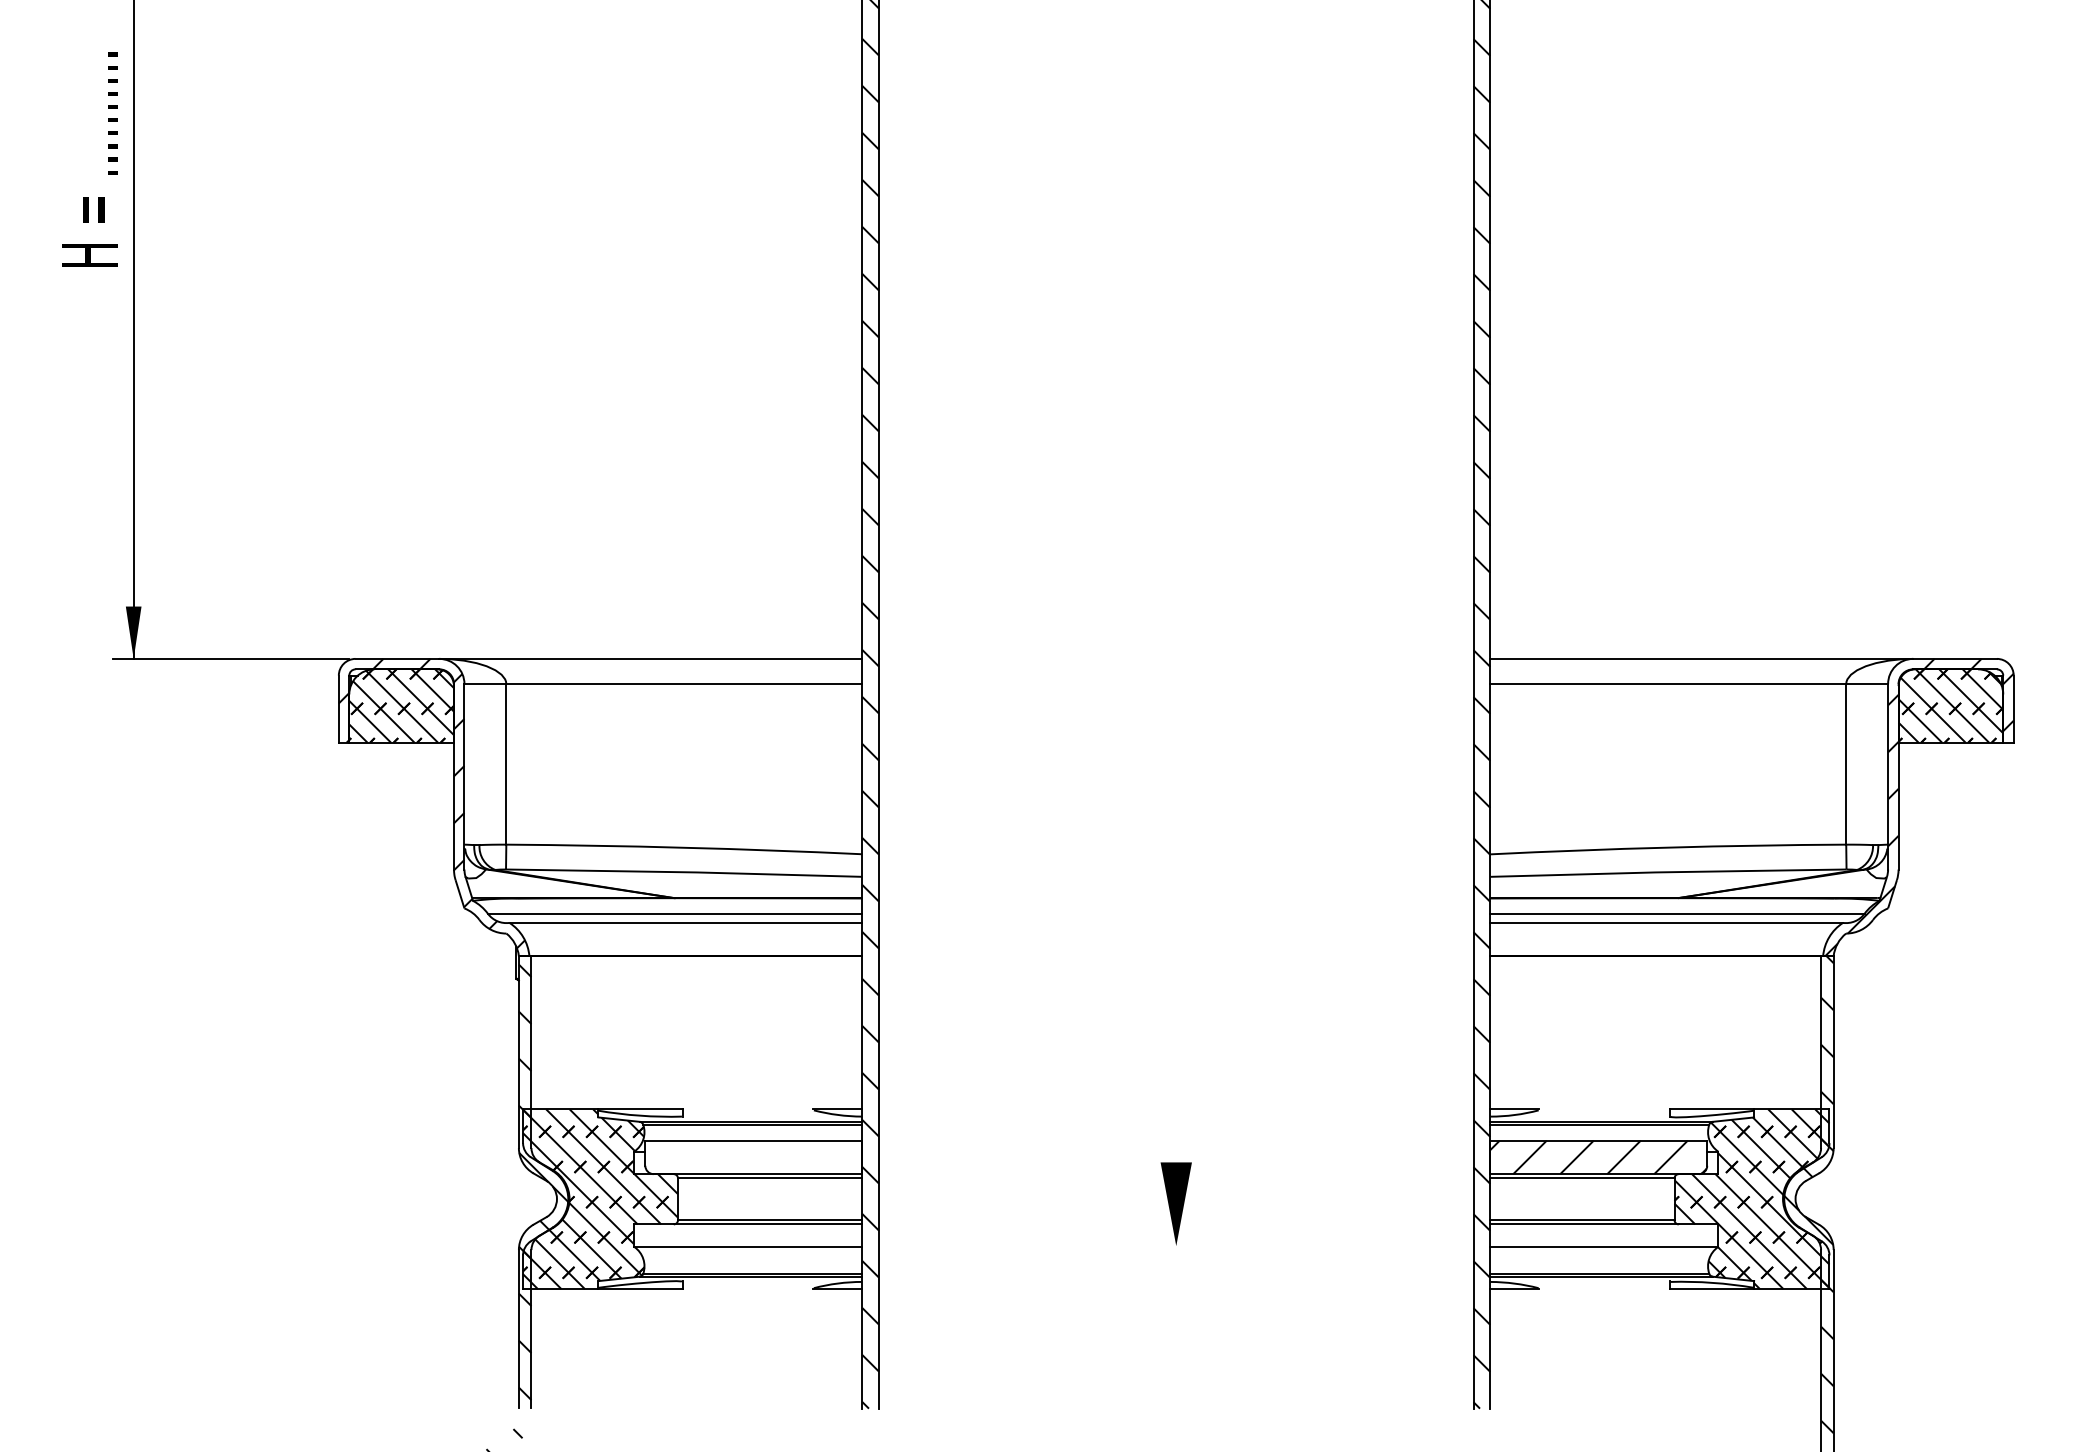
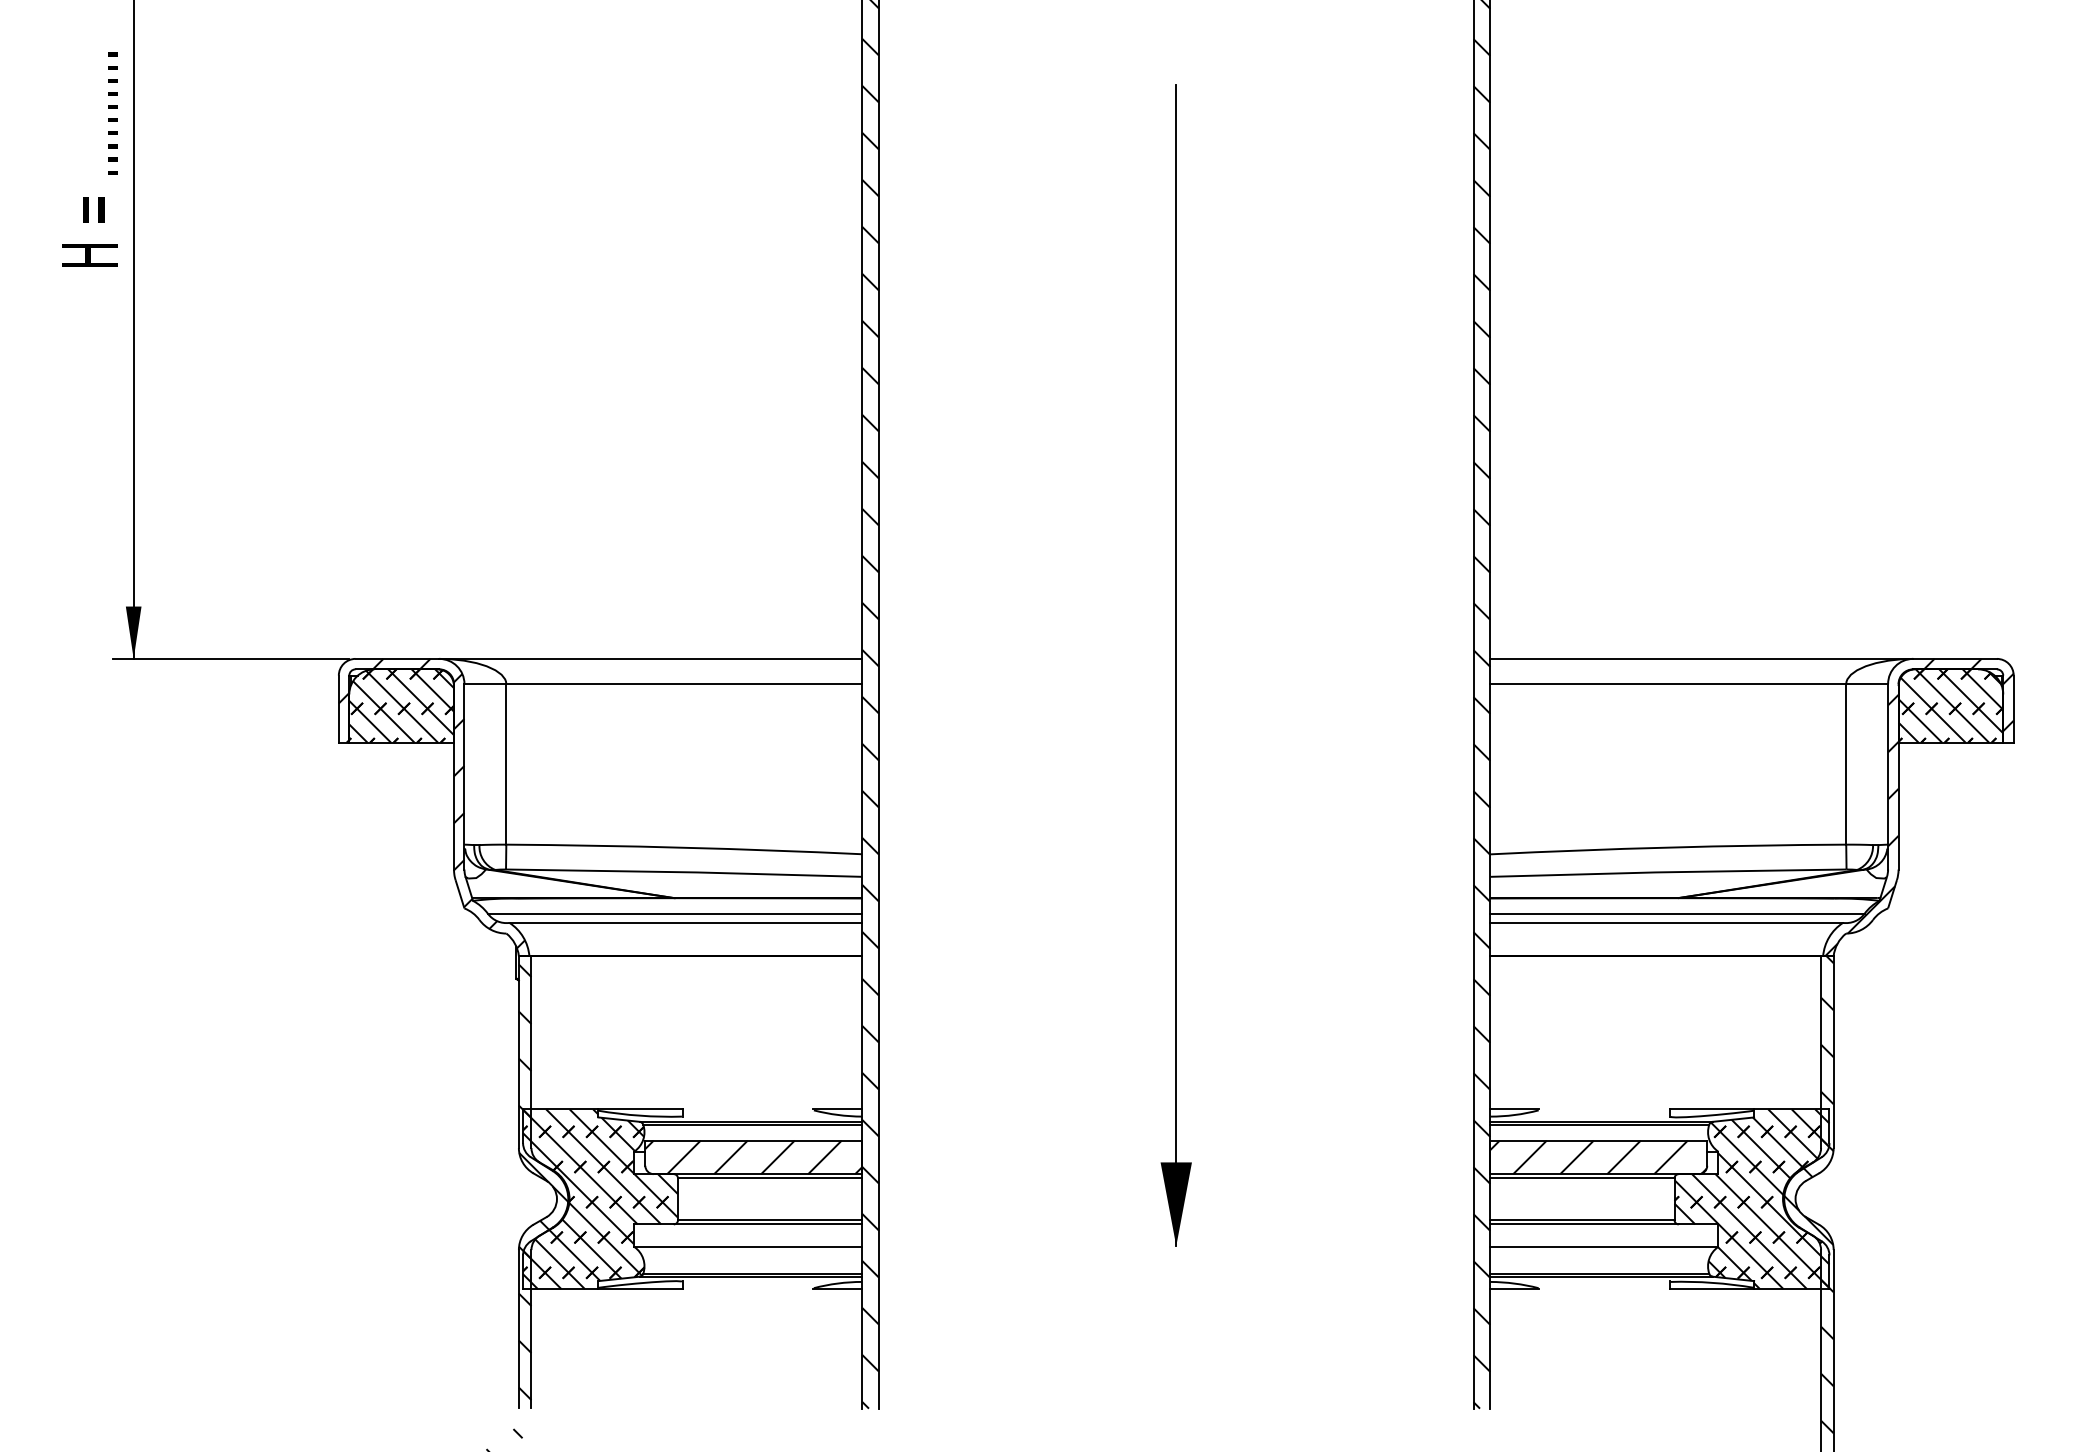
line at (1176, 665): none -> present
hatch at (753, 1157): none -> present
